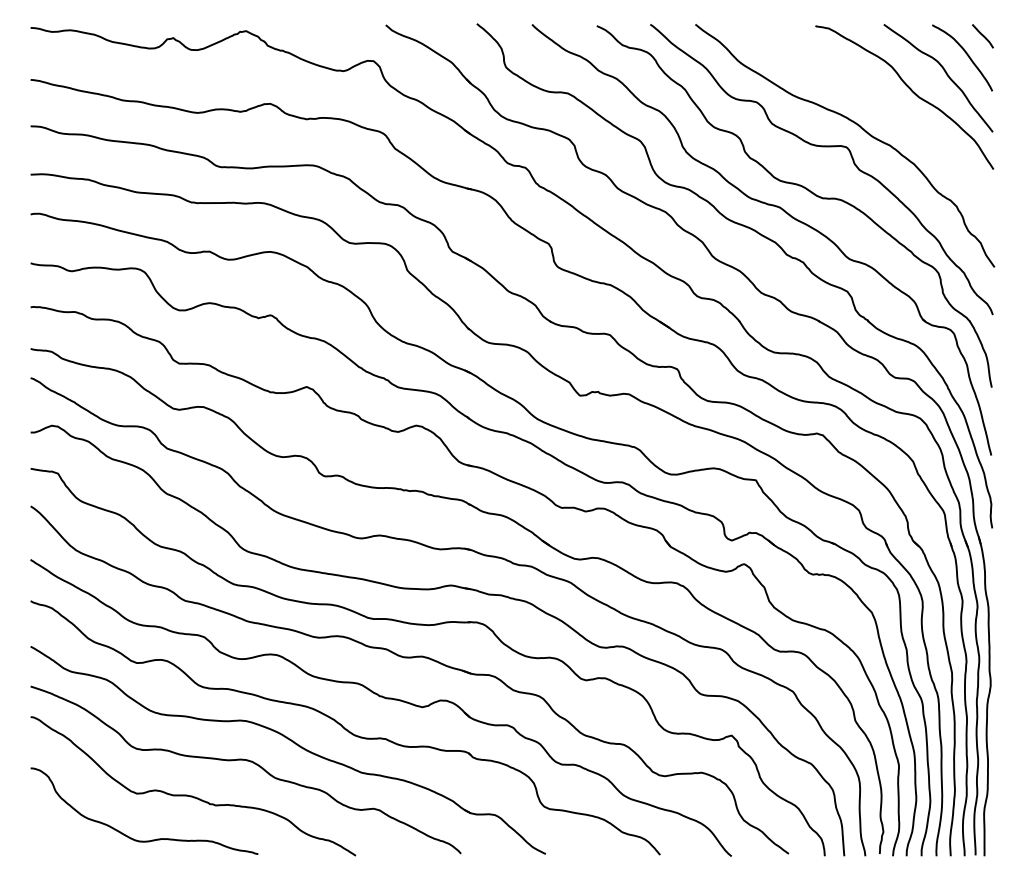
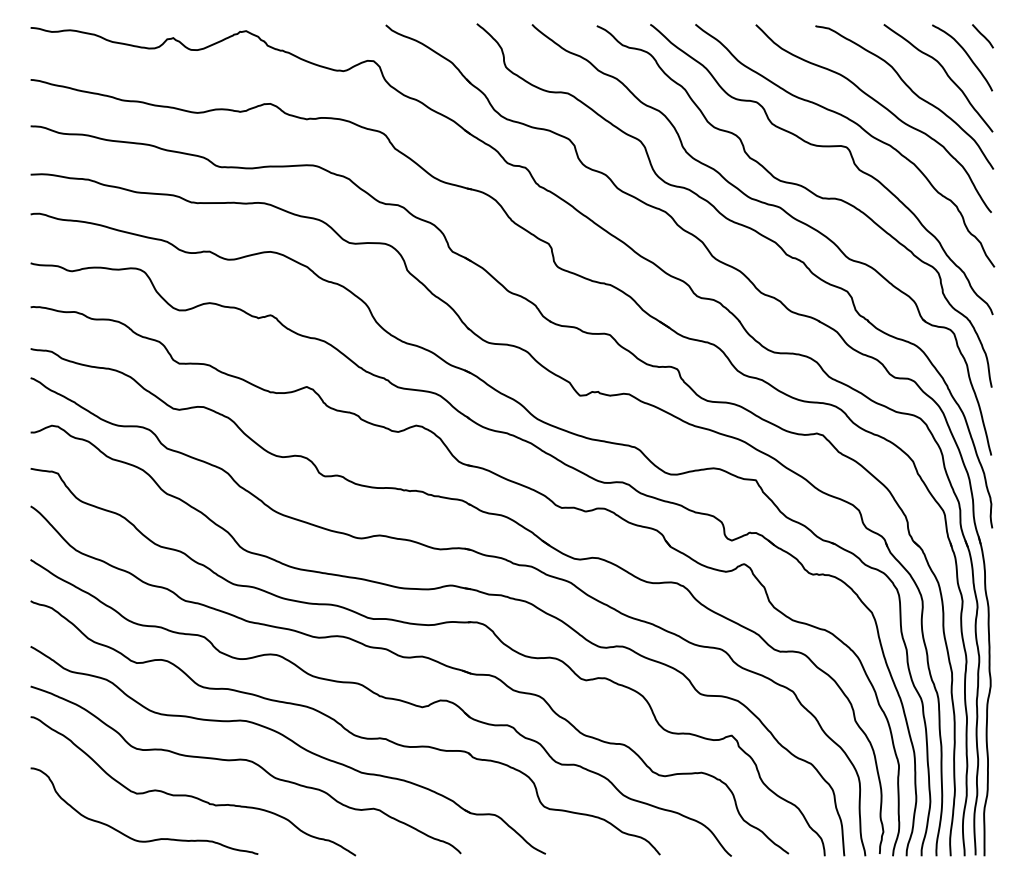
curve at (881, 106): none -> present
